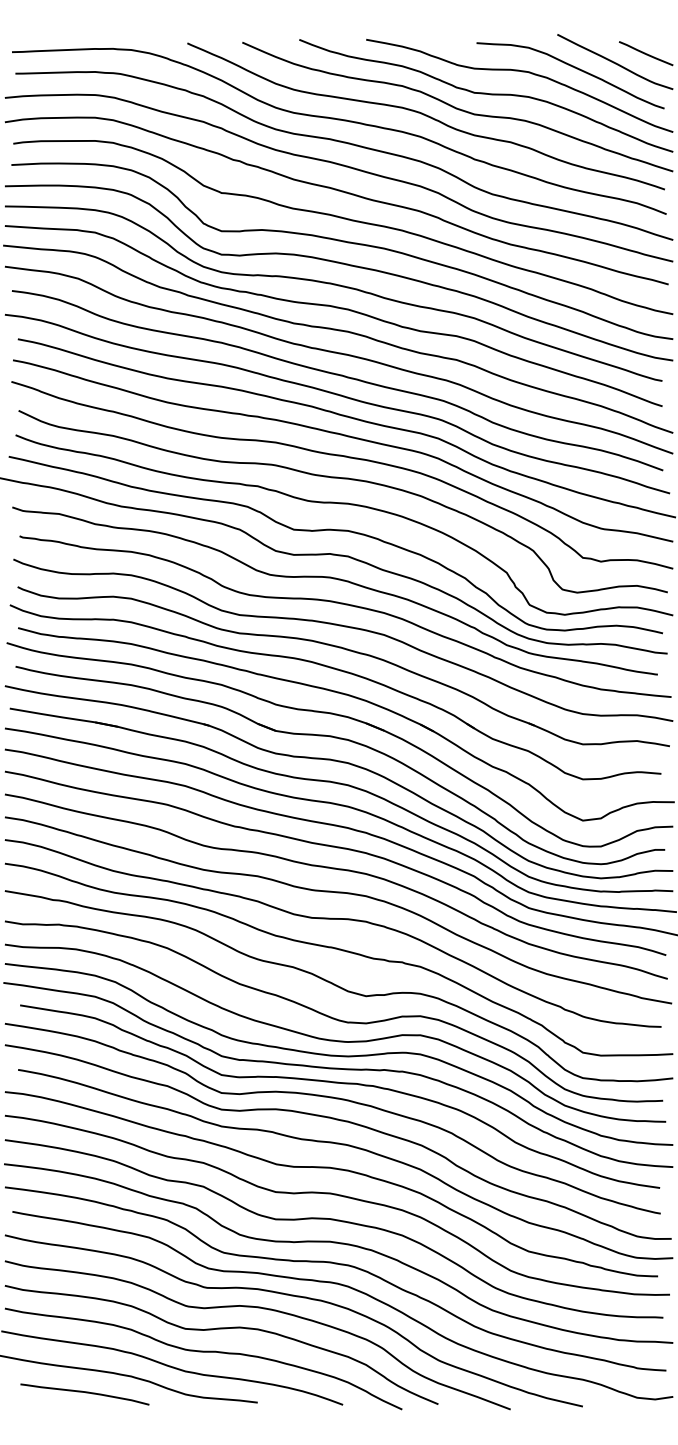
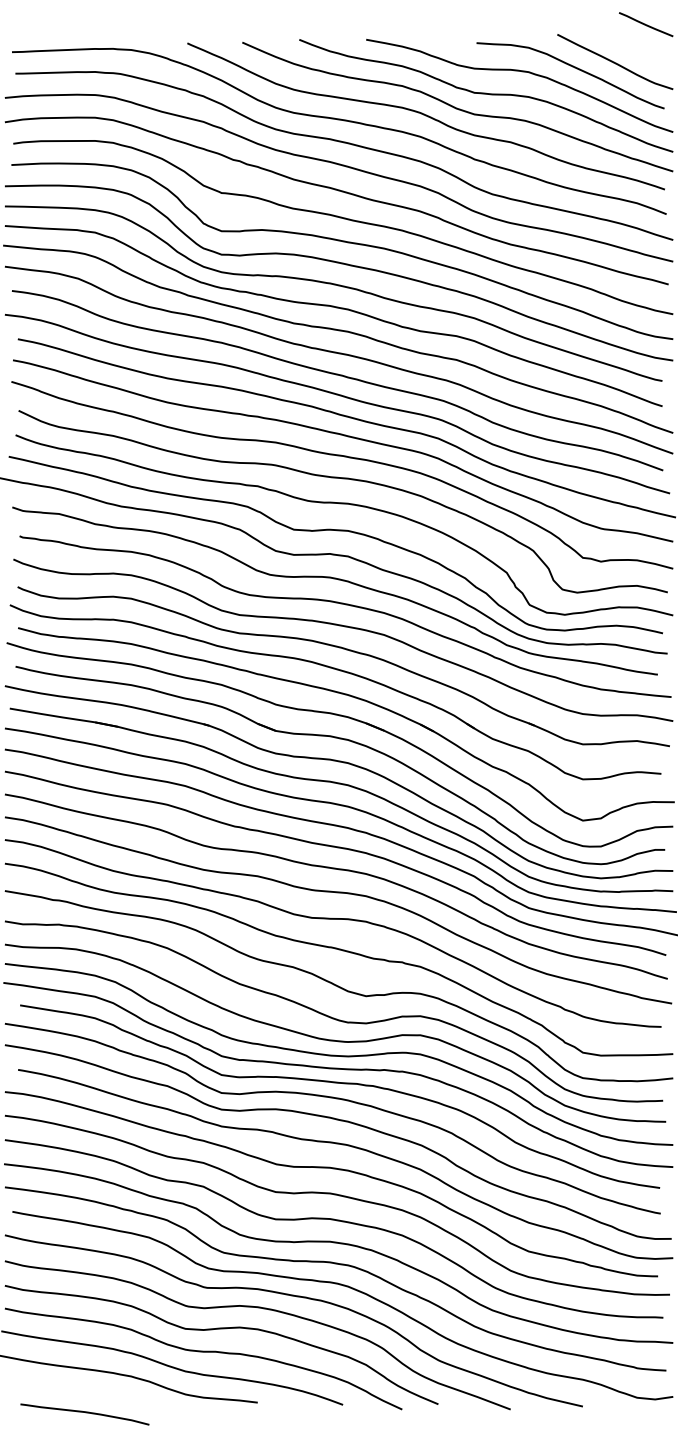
line at (646, 53) position: (646, 53) -> (646, 24)
curve at (85, 1393) position: (85, 1393) -> (85, 1413)
